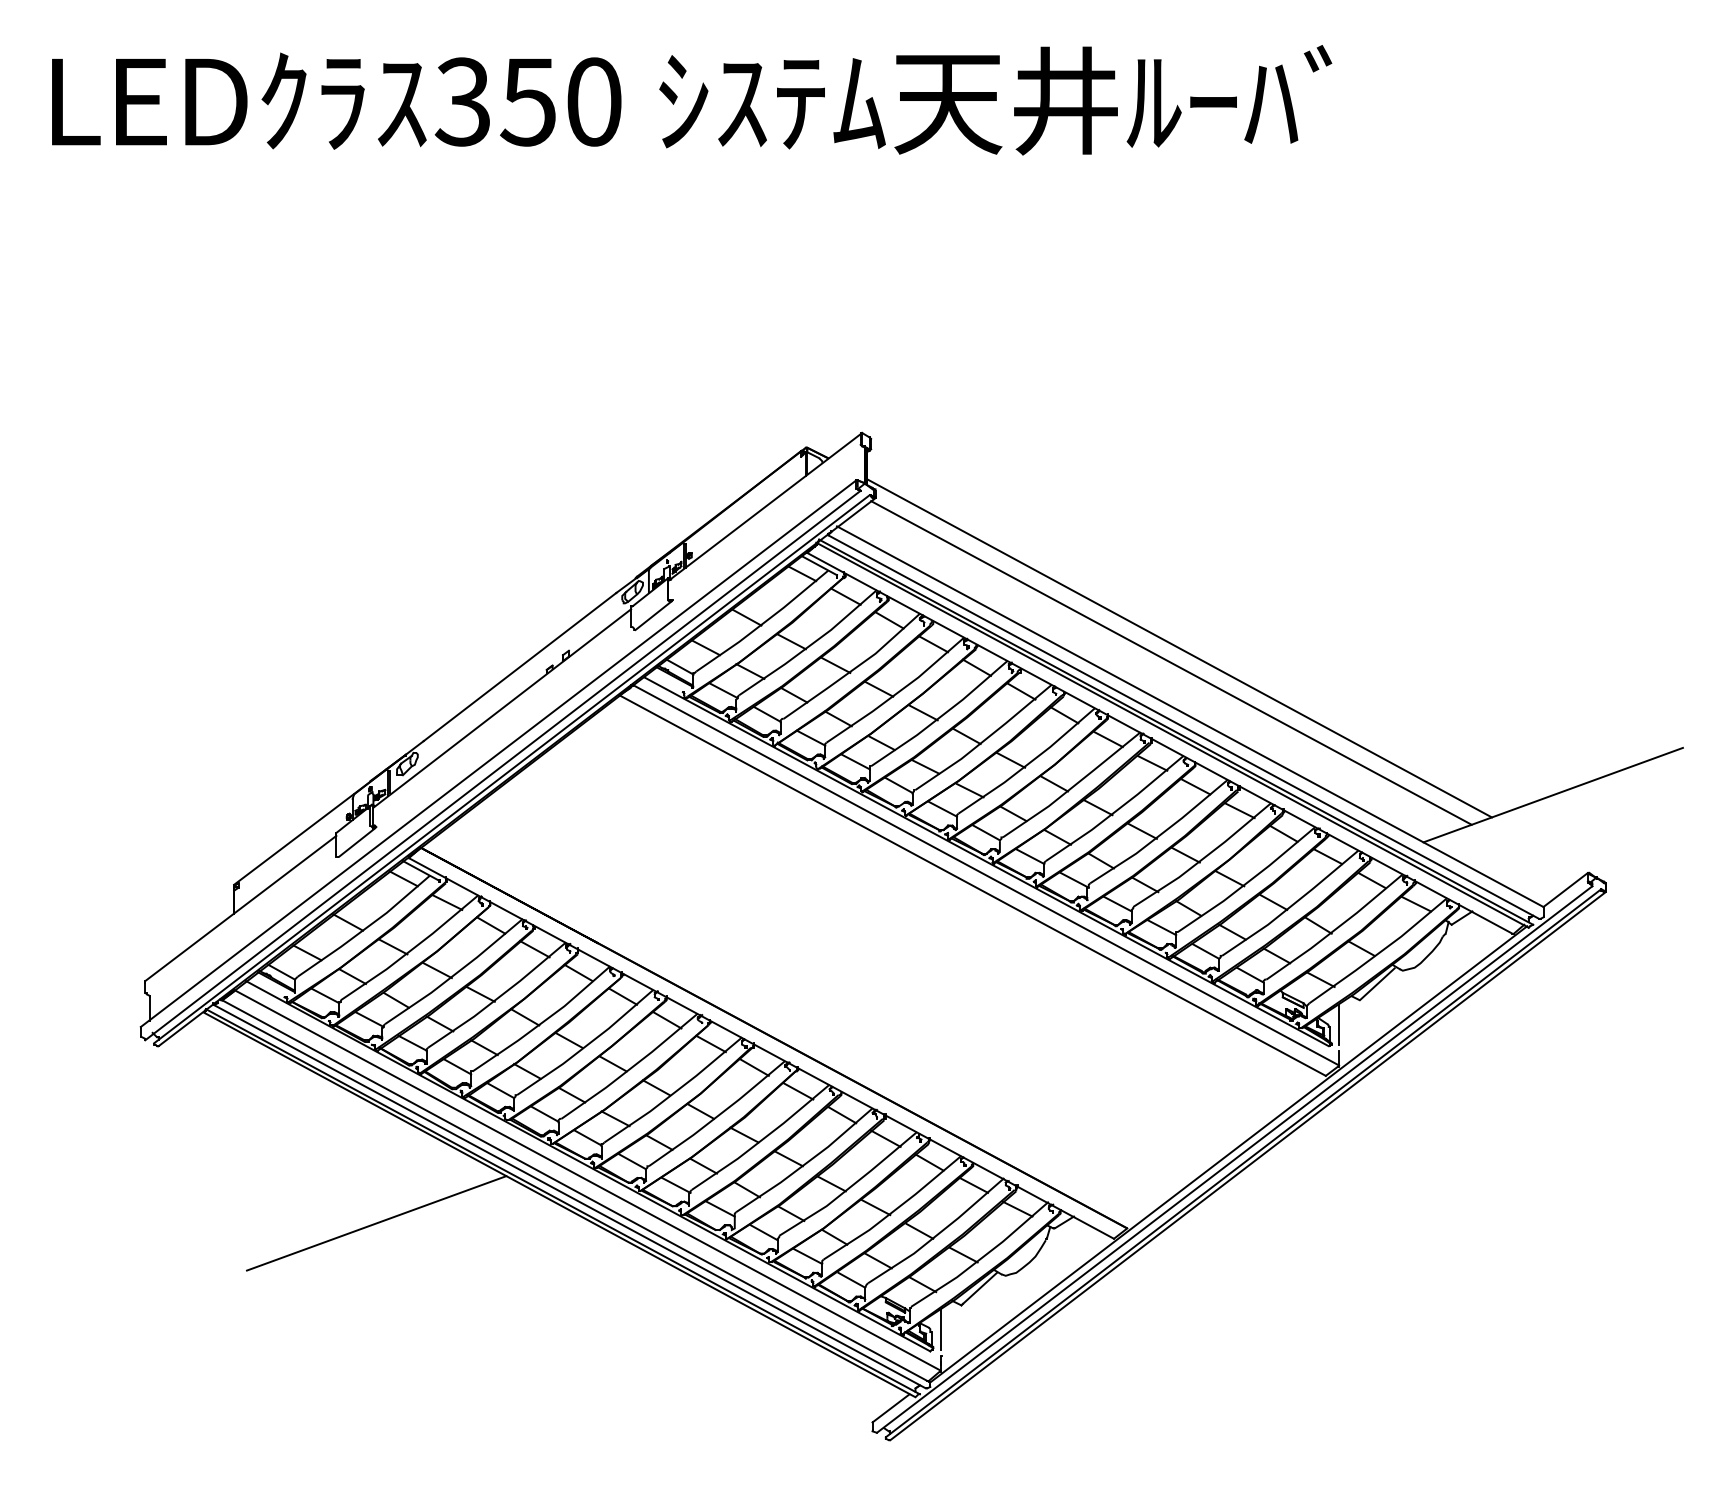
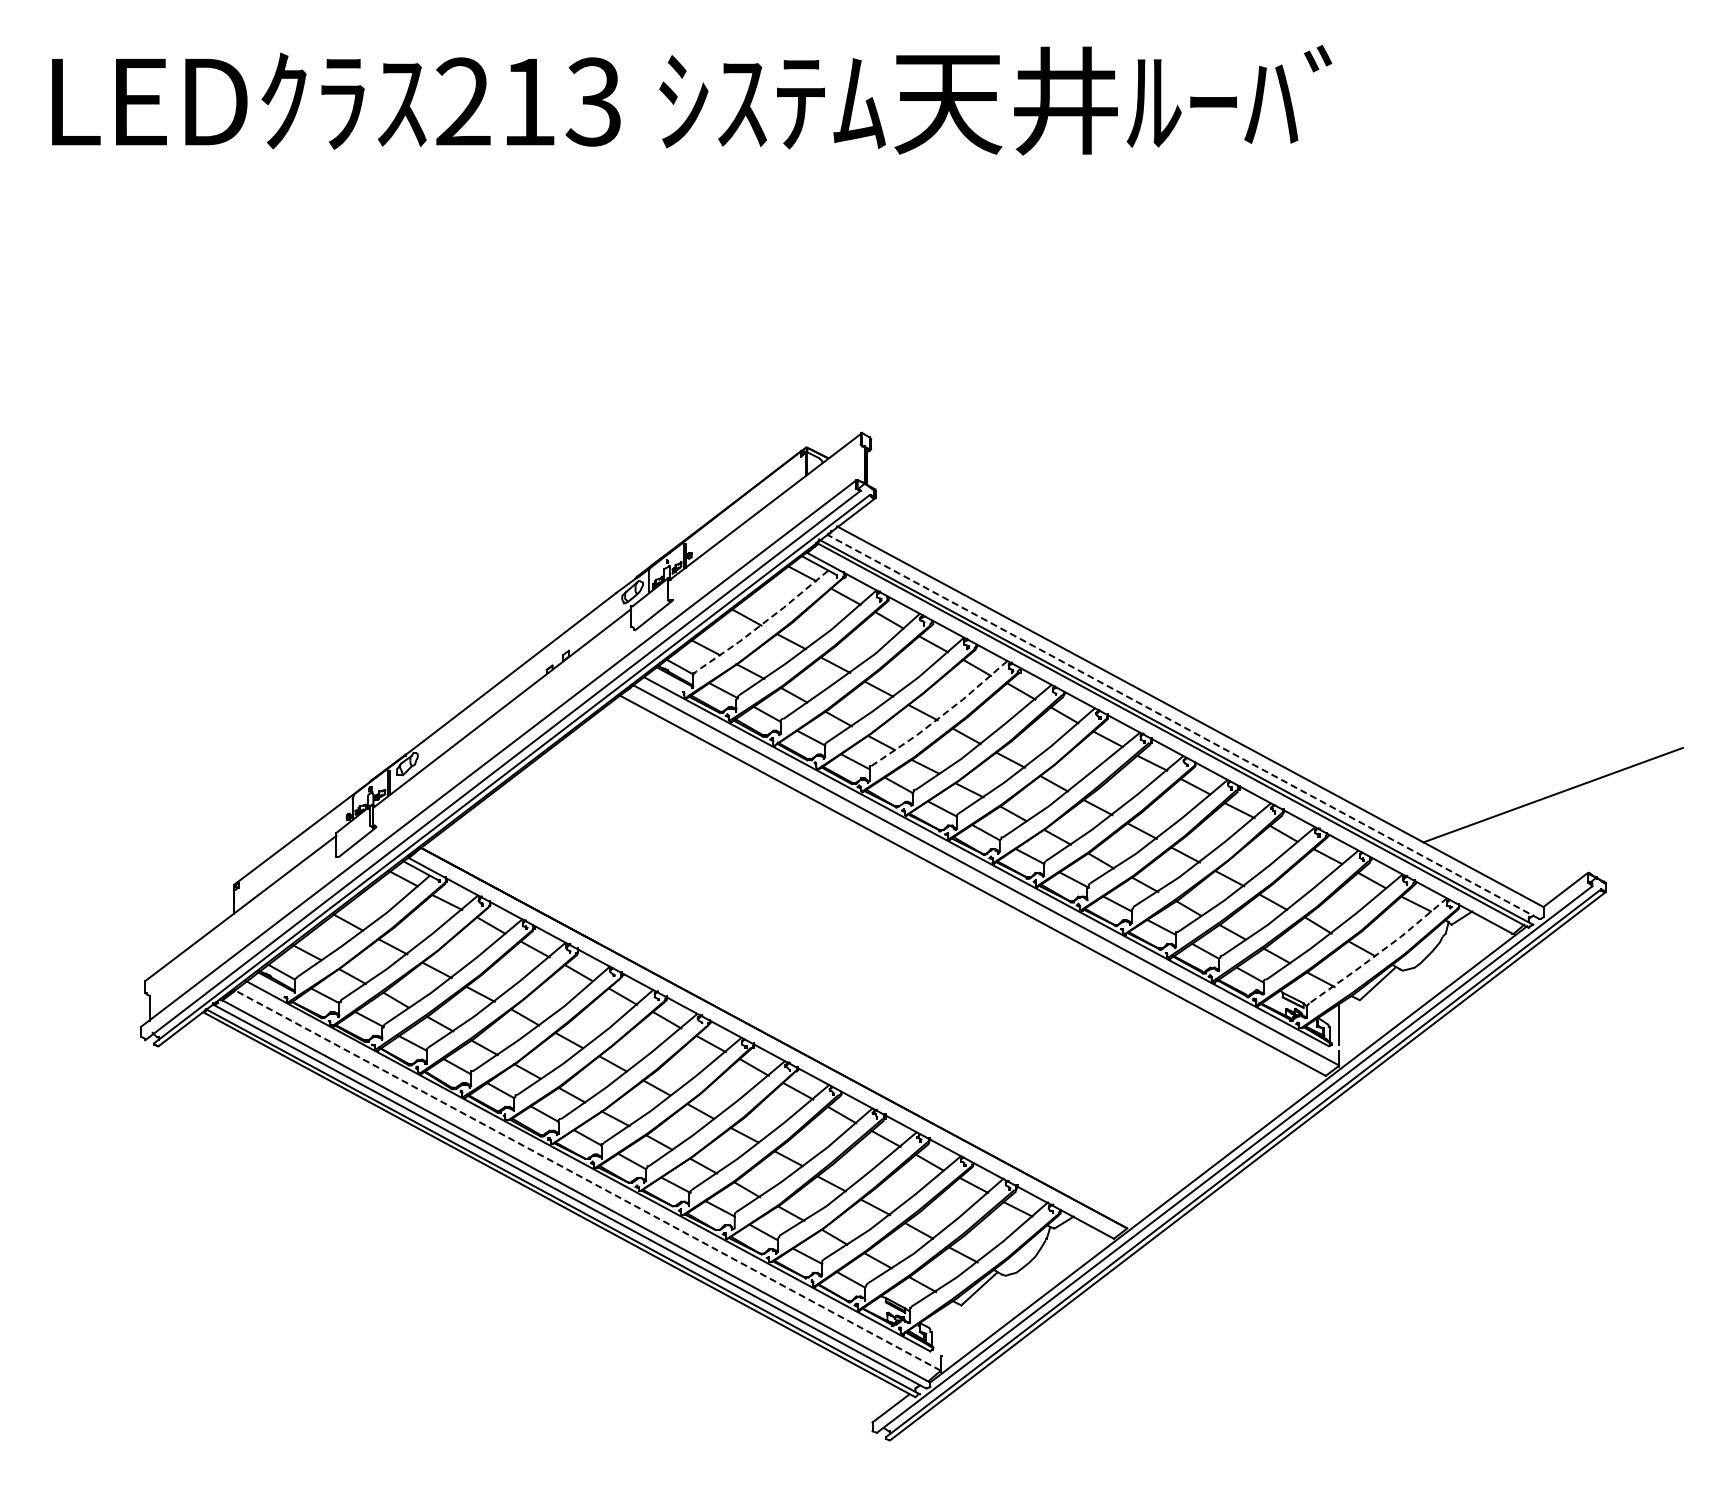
text at (527, 101): 350 -> 213
line at (763, 623): solid -> dashed
line at (1178, 647): present -> none
line at (1171, 662): present -> none
line at (941, 716): solid -> dashed
line at (1183, 727): solid -> dashed
line at (1379, 953): solid -> dashed
line at (586, 1180): solid -> dashed
line at (376, 1223): present -> none
line at (940, 1329): present -> none
